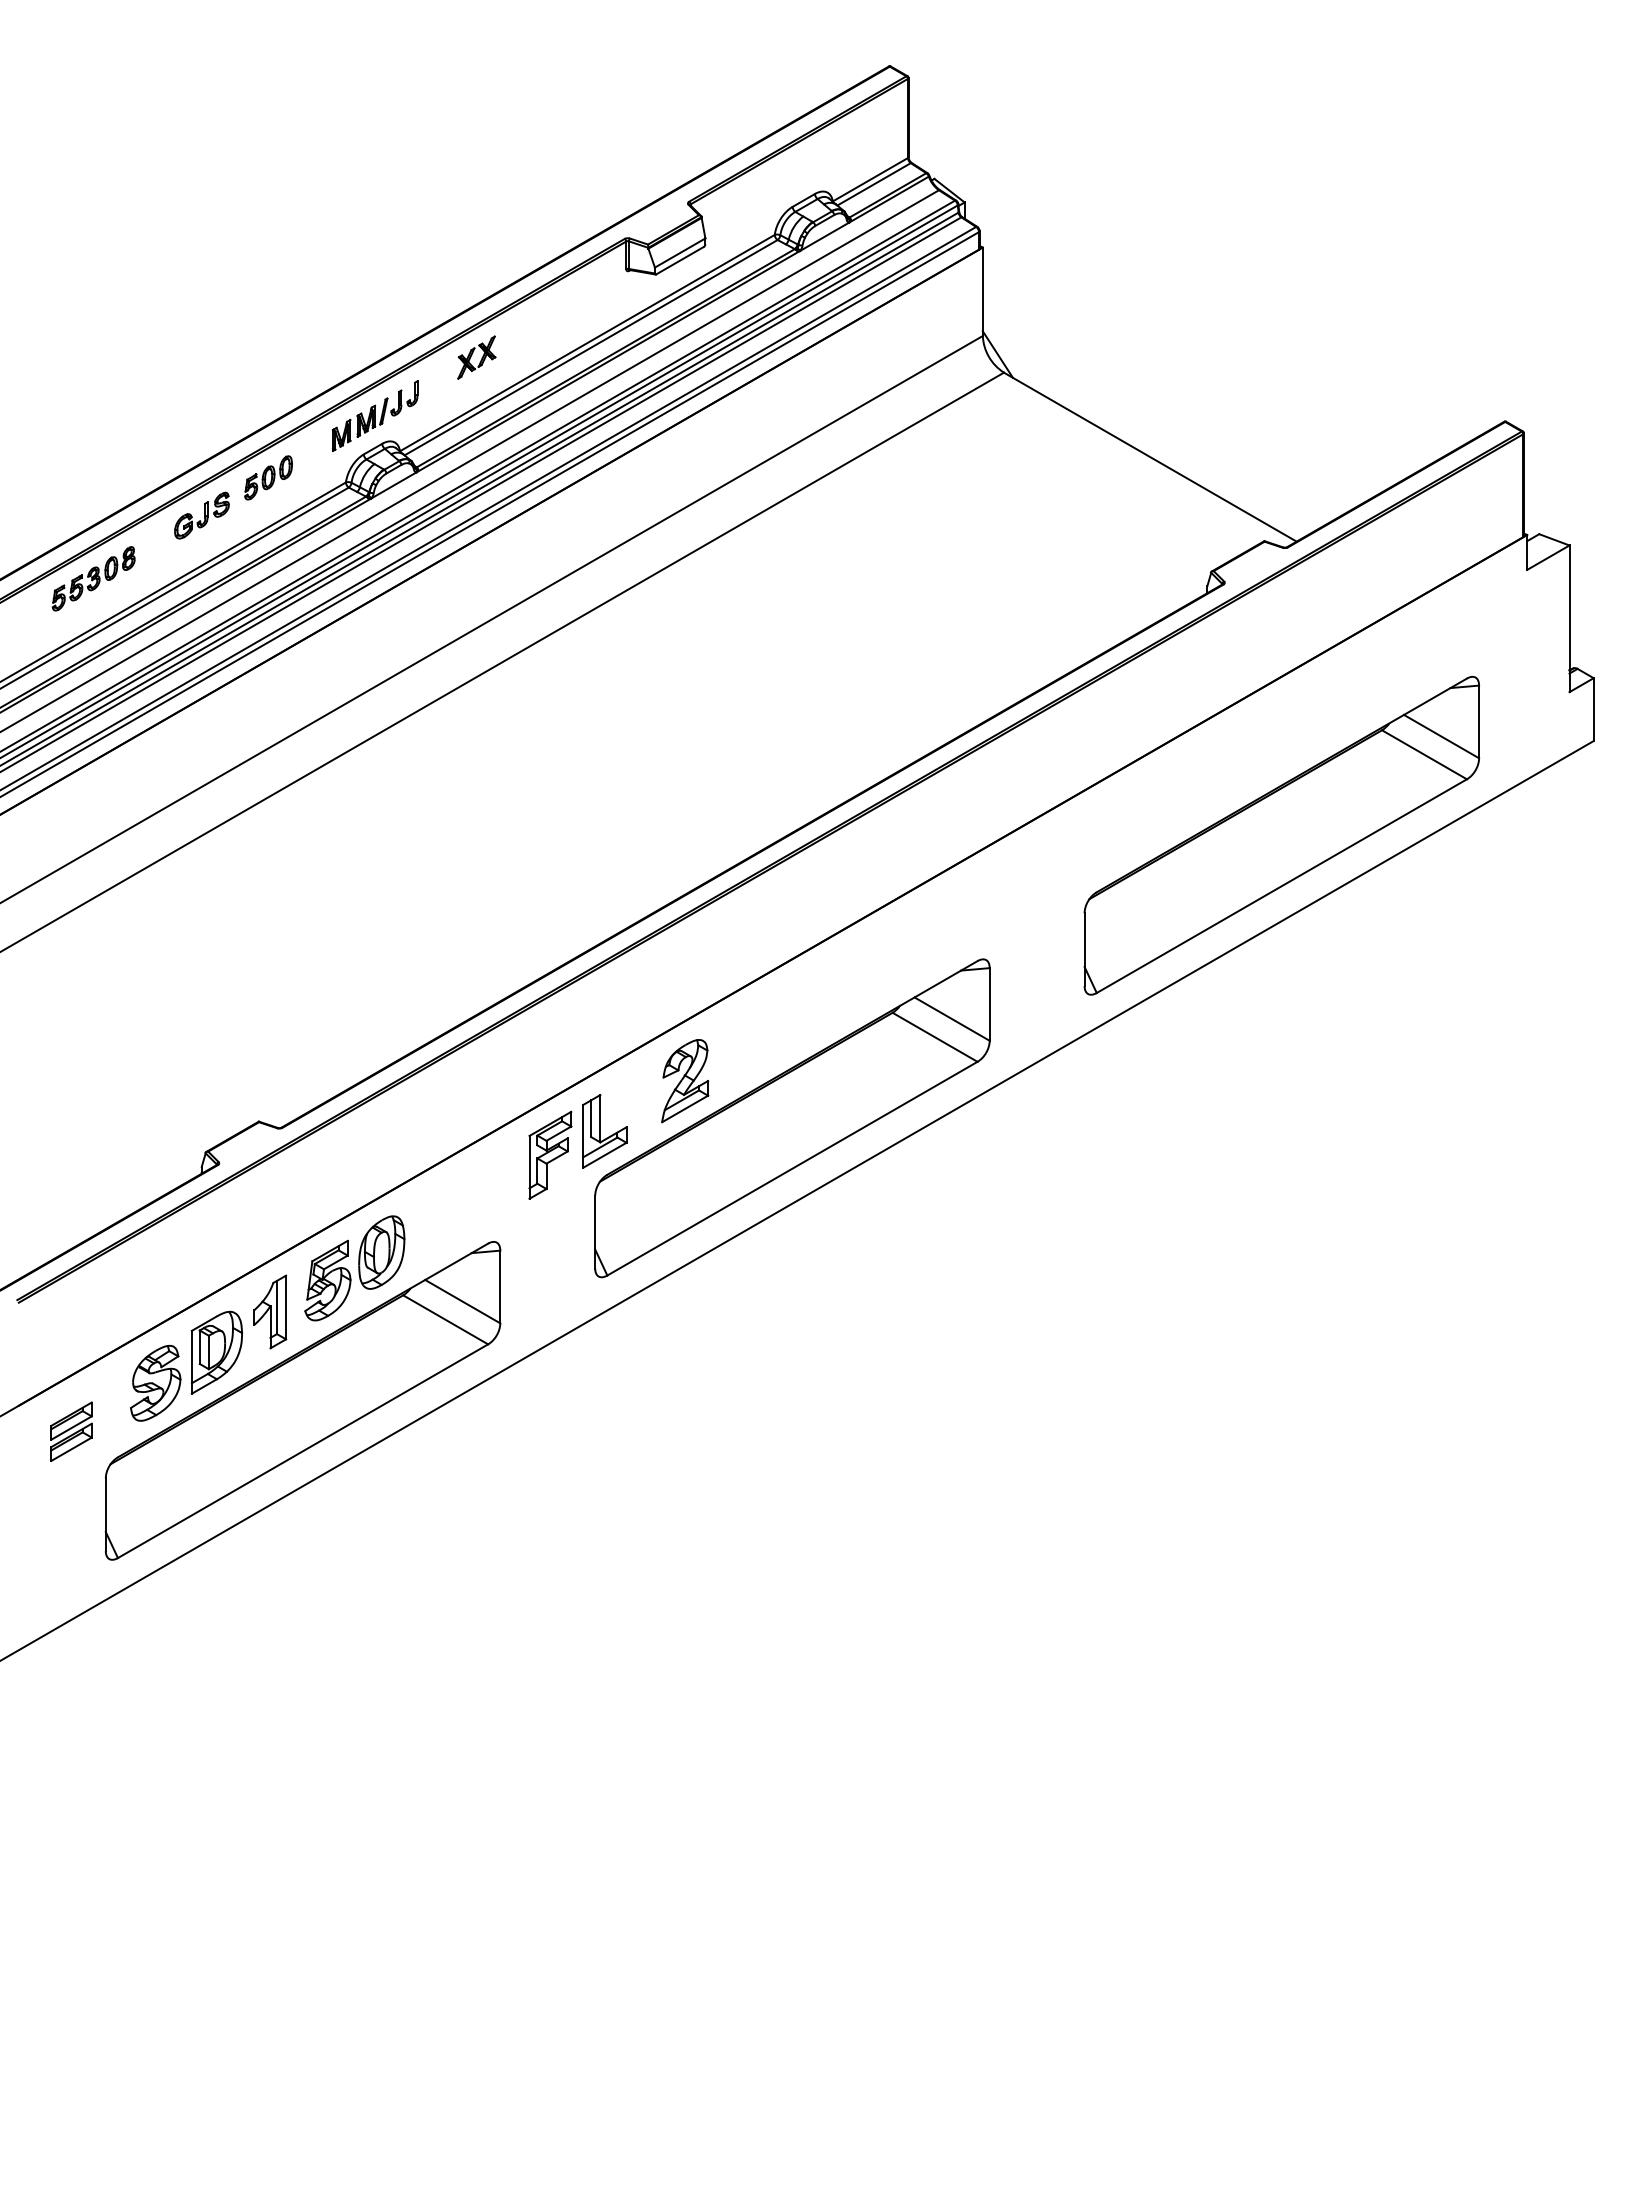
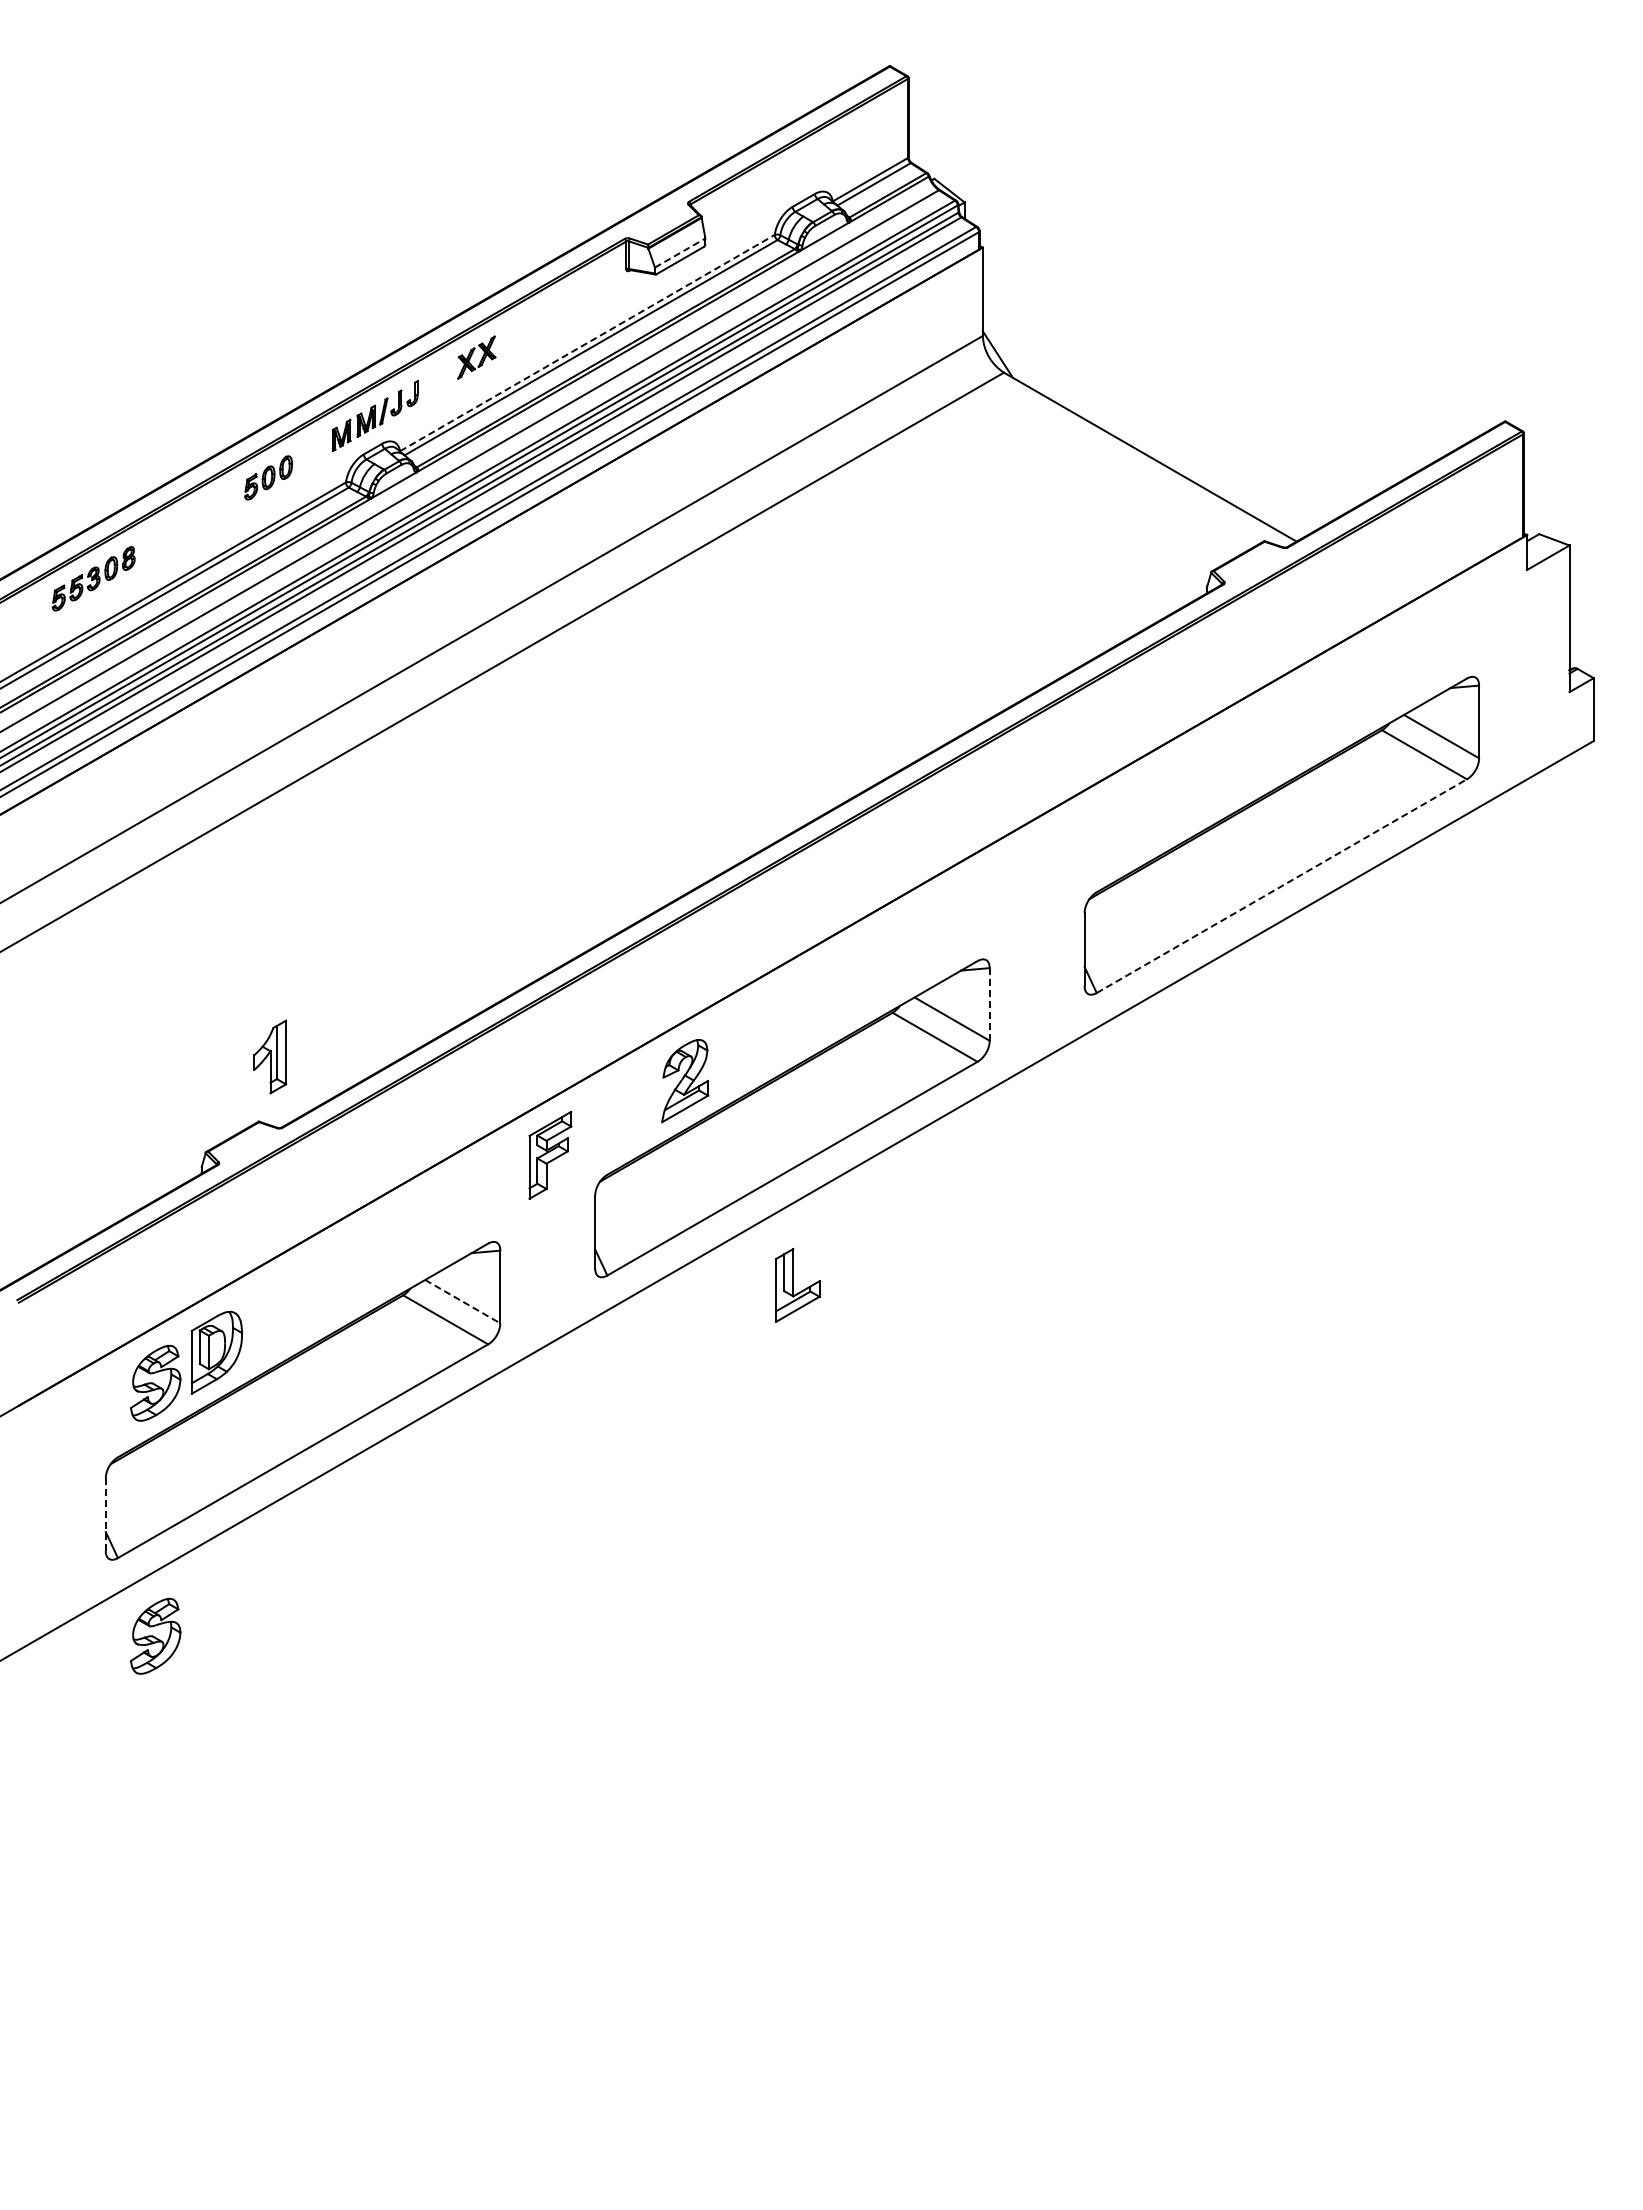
line at (680, 252): solid -> dashed
line at (587, 342): solid -> dashed
part at (201, 515): present -> none
line at (1281, 886): solid -> dashed
line at (989, 1003): solid -> dashed
part at (604, 1131) position: (604, 1131) -> (797, 1285)
part at (354, 1268): present -> none
line at (463, 1301): solid -> dashed
part at (270, 1311) position: (270, 1311) -> (270, 1056)
part at (71, 1431): present -> none
line at (105, 1515): solid -> dashed
part at (155, 1636): none -> present
